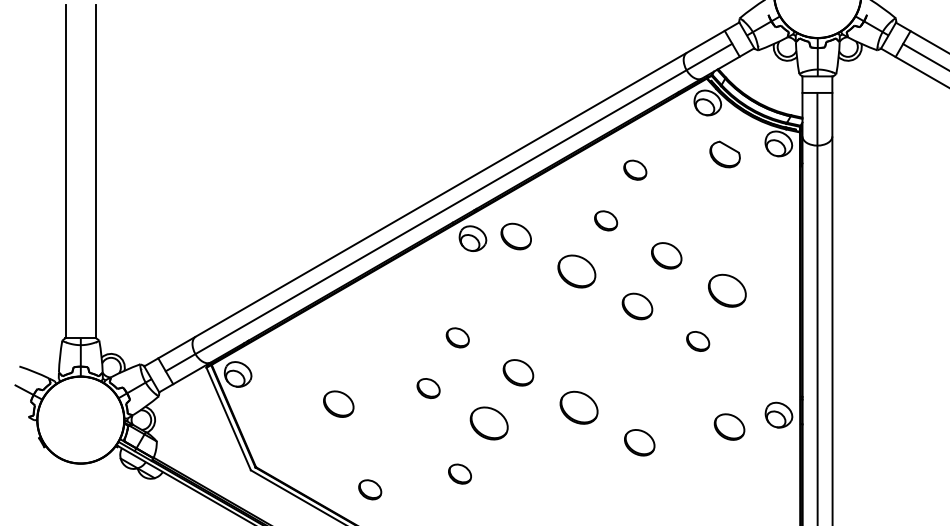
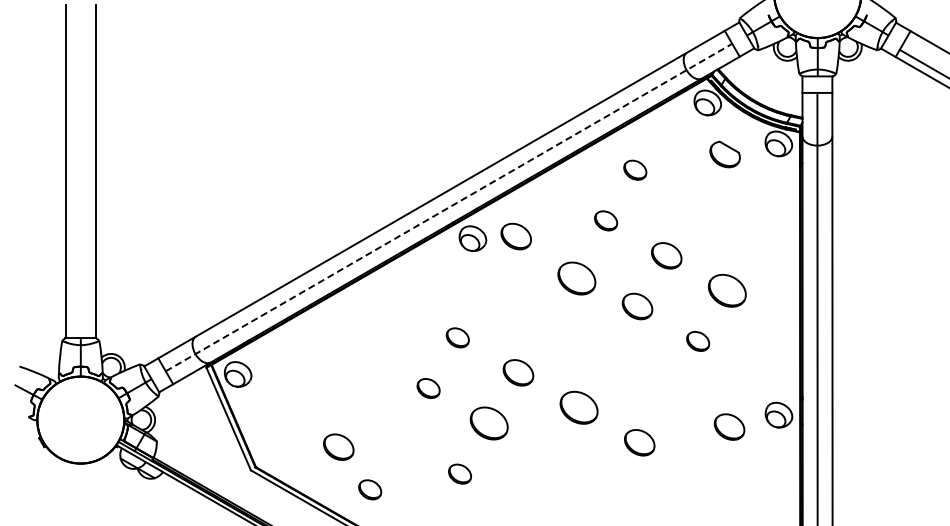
line at (924, 56) position: (924, 56) -> (923, 63)
line at (449, 207): solid -> dashed
part at (576, 271) position: (576, 271) -> (576, 278)
part at (338, 403) position: (338, 403) -> (338, 446)
